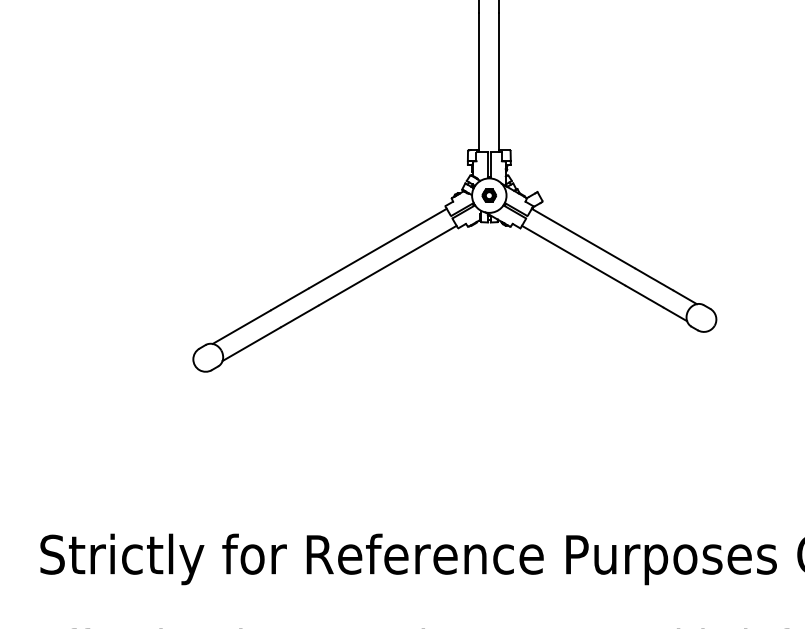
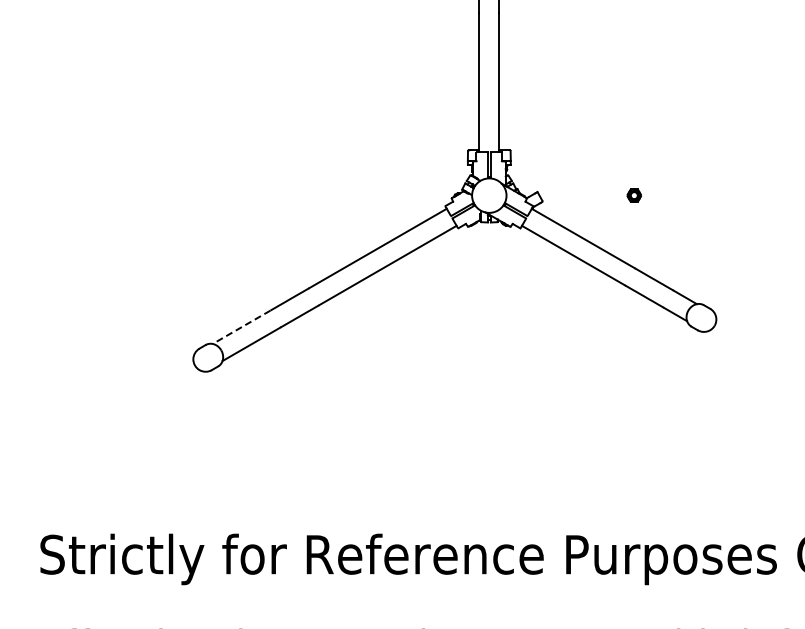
part at (488, 195) position: (488, 195) -> (633, 195)
line at (241, 327): solid -> dashed
